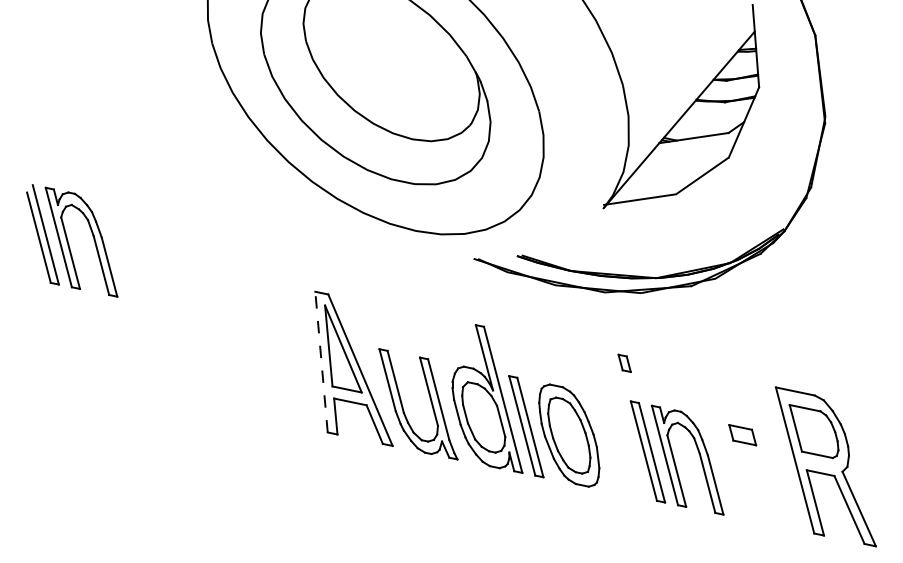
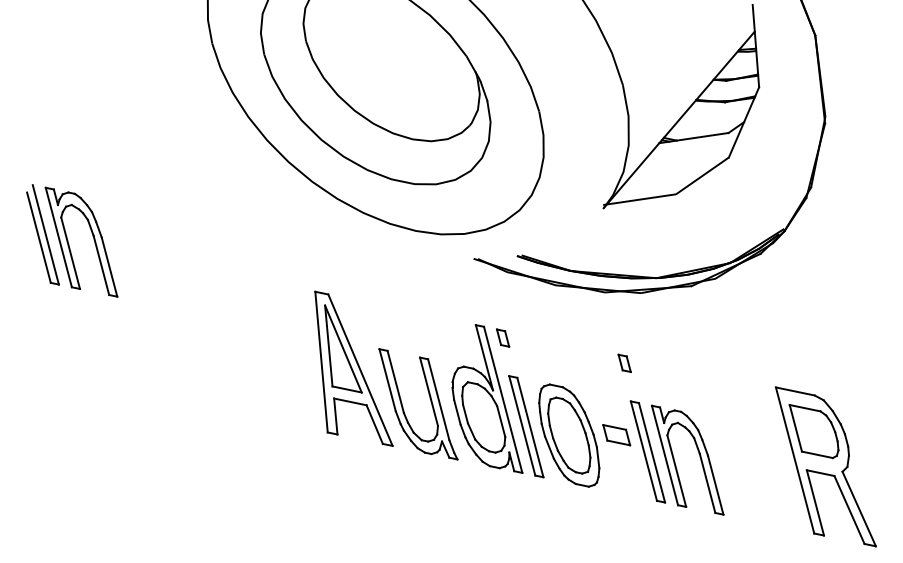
part at (503, 337): none -> present
line at (321, 362): dashed -> solid
part at (742, 435) position: (742, 435) -> (616, 435)
